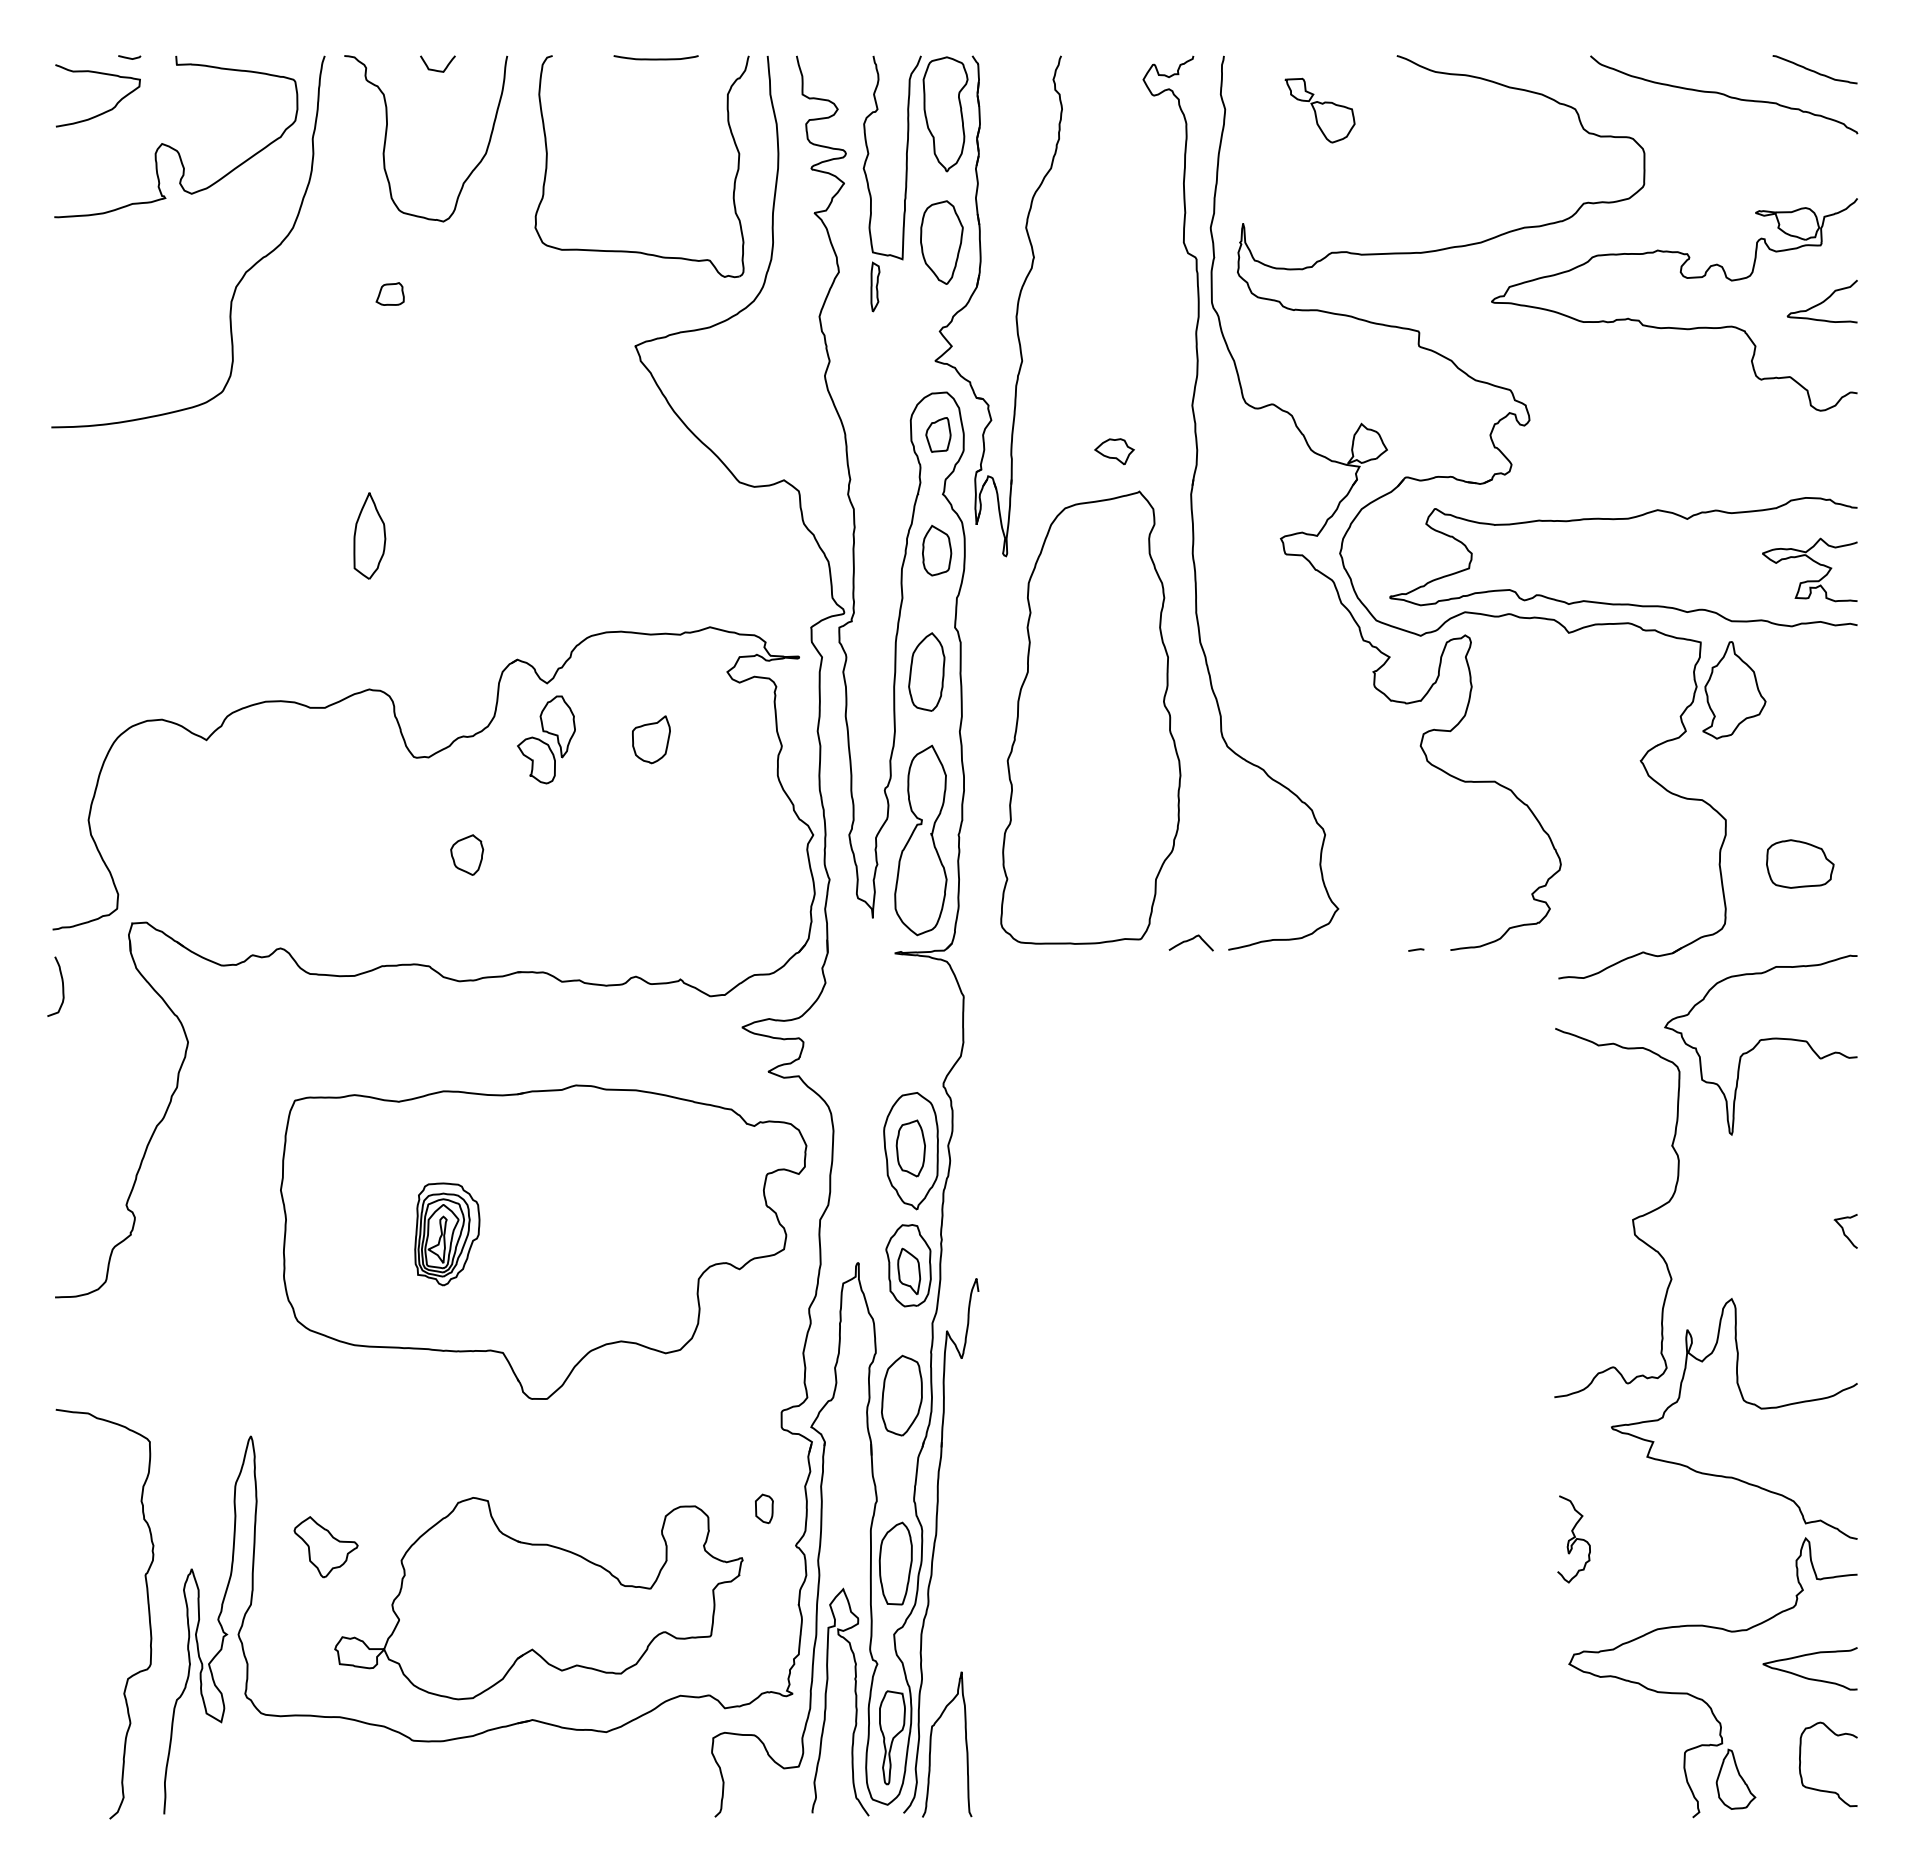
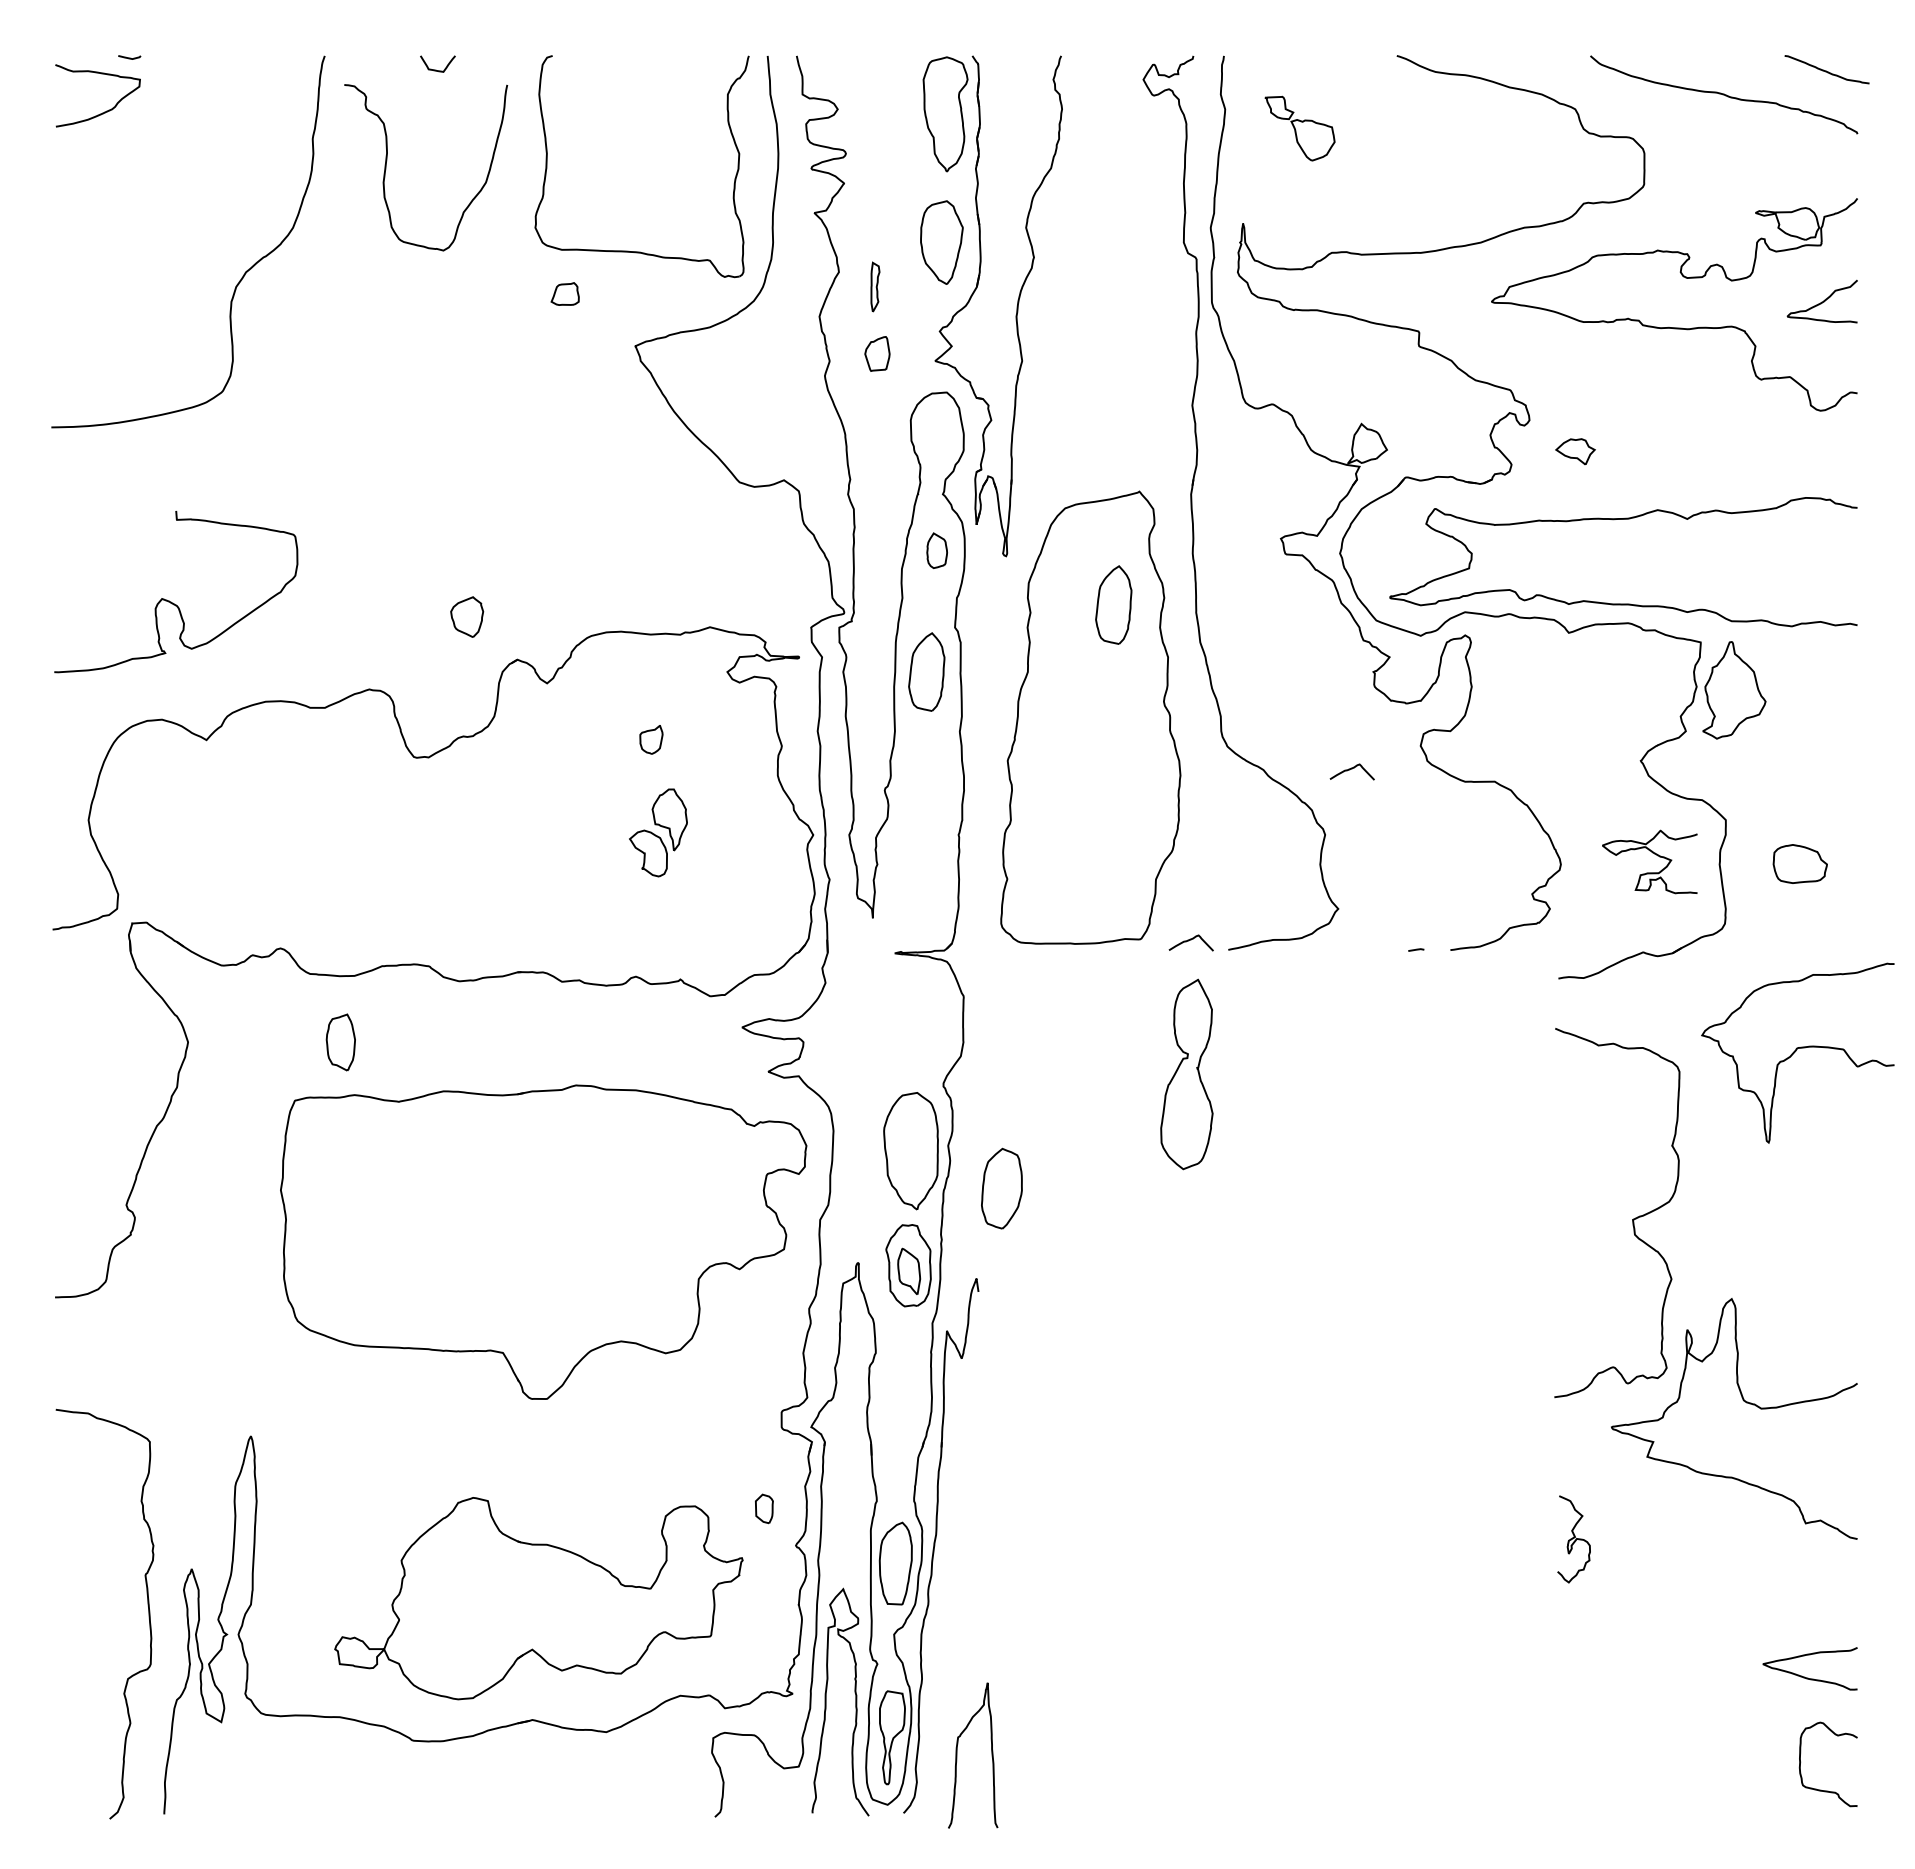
curve at (655, 58): present -> none
curve at (1814, 70) position: (1814, 70) -> (1826, 70)
part at (1319, 110) position: (1319, 110) -> (1299, 128)
curve at (387, 131) position: (387, 131) -> (387, 160)
curve at (171, 146) position: (171, 146) -> (171, 601)
curve at (905, 162): present -> none
part at (389, 293) position: (389, 293) -> (564, 293)
part at (938, 434) position: (938, 434) -> (877, 353)
part at (1114, 451) position: (1114, 451) -> (1575, 451)
part at (369, 535): present -> none
part at (937, 550) size: 31x52 px -> 22x37 px
curve at (1812, 561) position: (1812, 561) -> (1652, 853)
part at (1113, 604): none -> present
part at (546, 739) position: (546, 739) -> (658, 832)
part at (651, 739) size: 39x50 px -> 25x30 px
curve at (1351, 769): none -> present
part at (920, 840) position: (920, 840) -> (1186, 1074)
part at (467, 854) position: (467, 854) -> (467, 616)
part at (1800, 863) size: 69x50 px -> 56x40 px
curve at (62, 986): present -> none
curve at (1759, 1043) position: (1759, 1043) -> (1796, 1051)
part at (910, 1148) position: (910, 1148) -> (340, 1042)
curve at (1844, 1231): present -> none
part at (447, 1234): present -> none
part at (901, 1395) position: (901, 1395) -> (1001, 1188)
part at (325, 1547): present -> none
part at (1701, 1698): present -> none
curve at (931, 1744) position: (931, 1744) -> (957, 1755)
